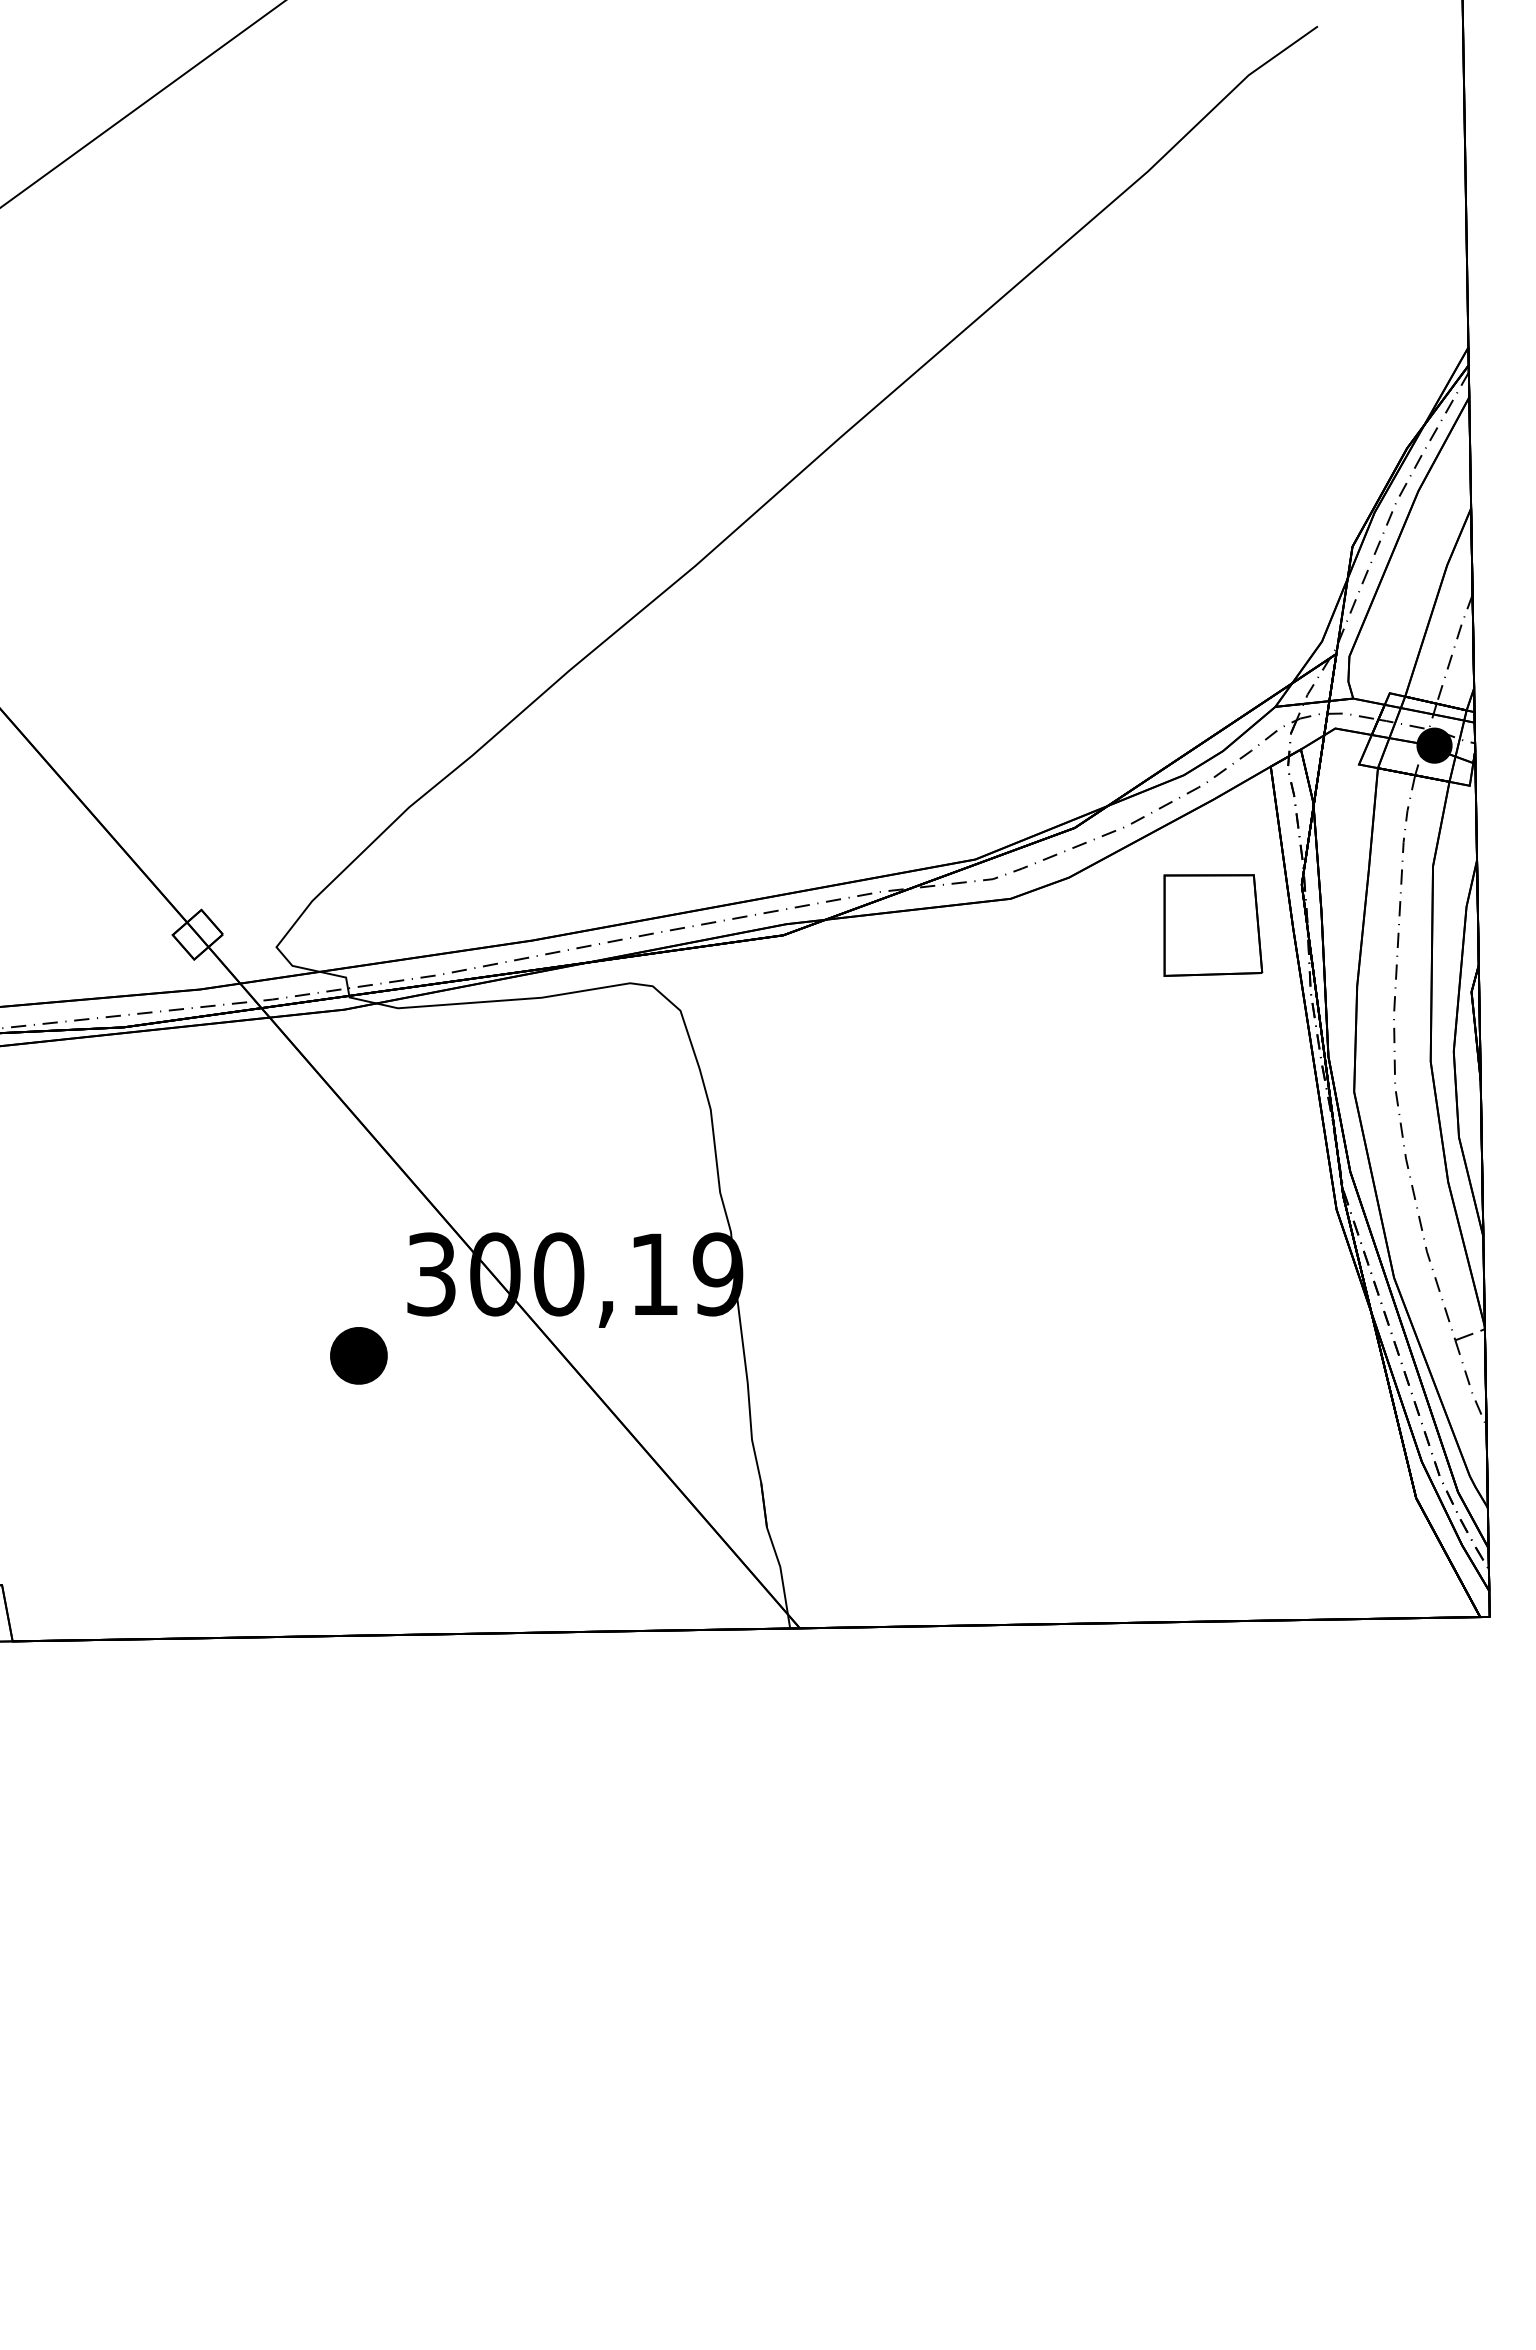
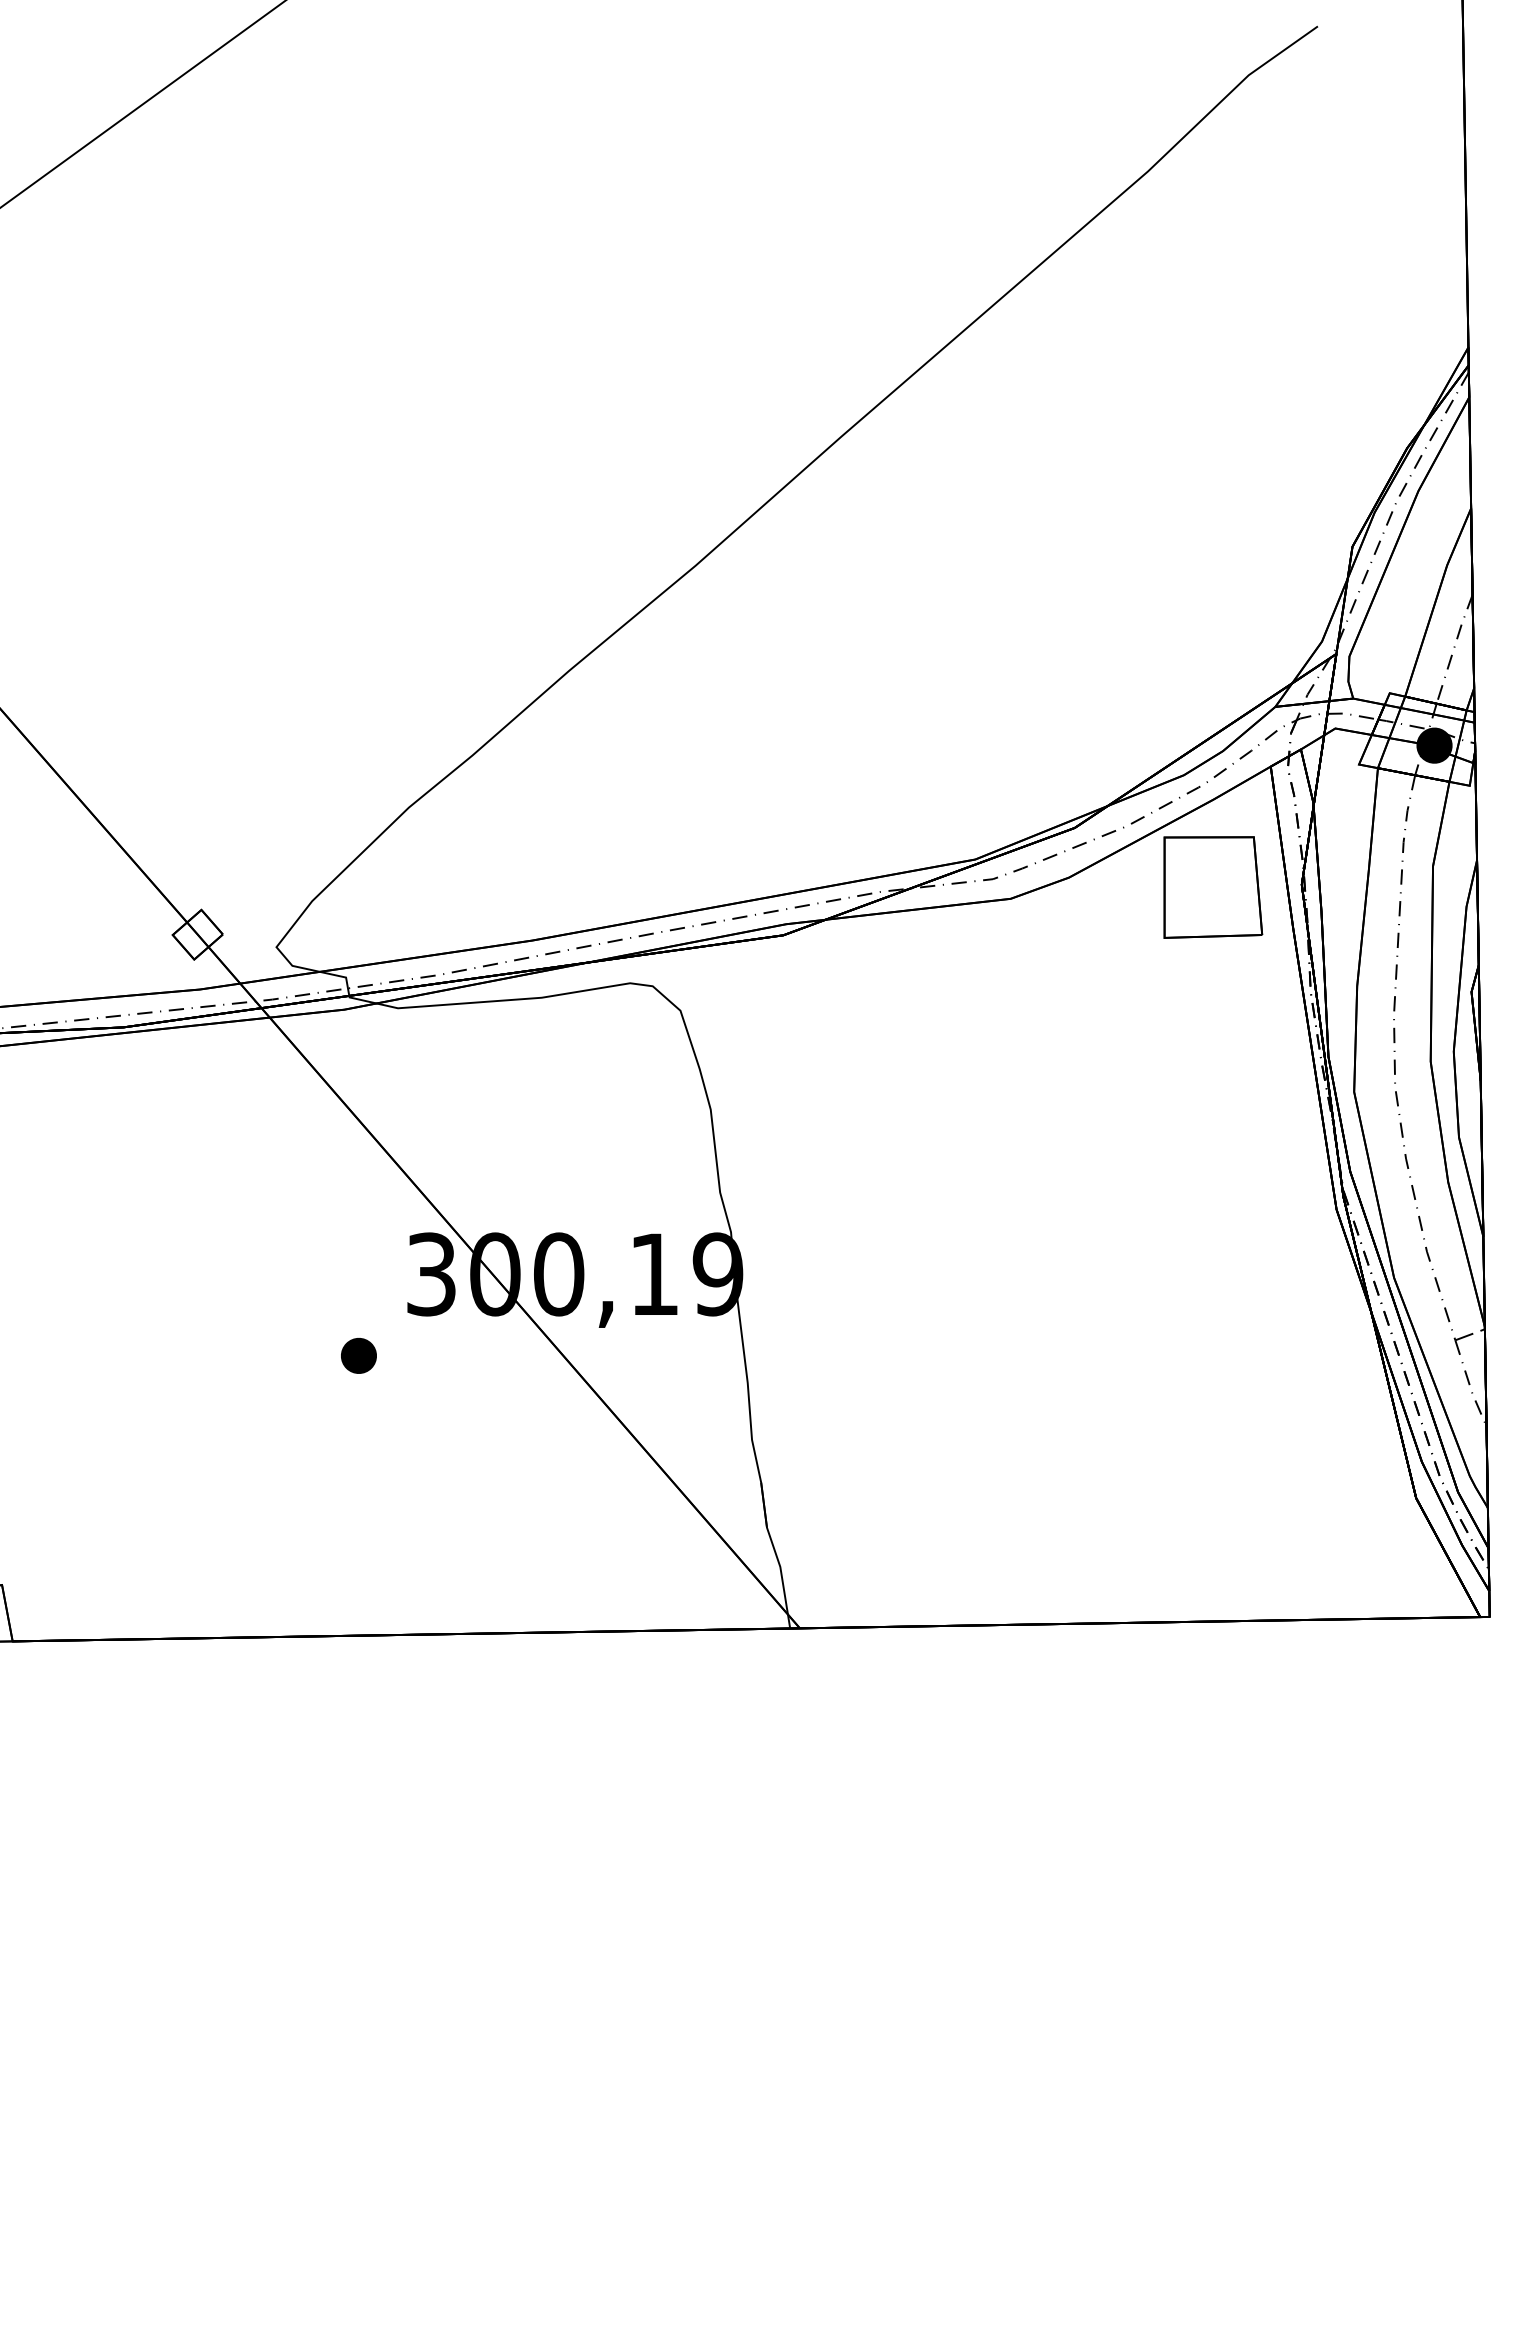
part at (1213, 925) position: (1213, 925) -> (1213, 887)
part at (358, 1355) size: 58x58 px -> 36x36 px
